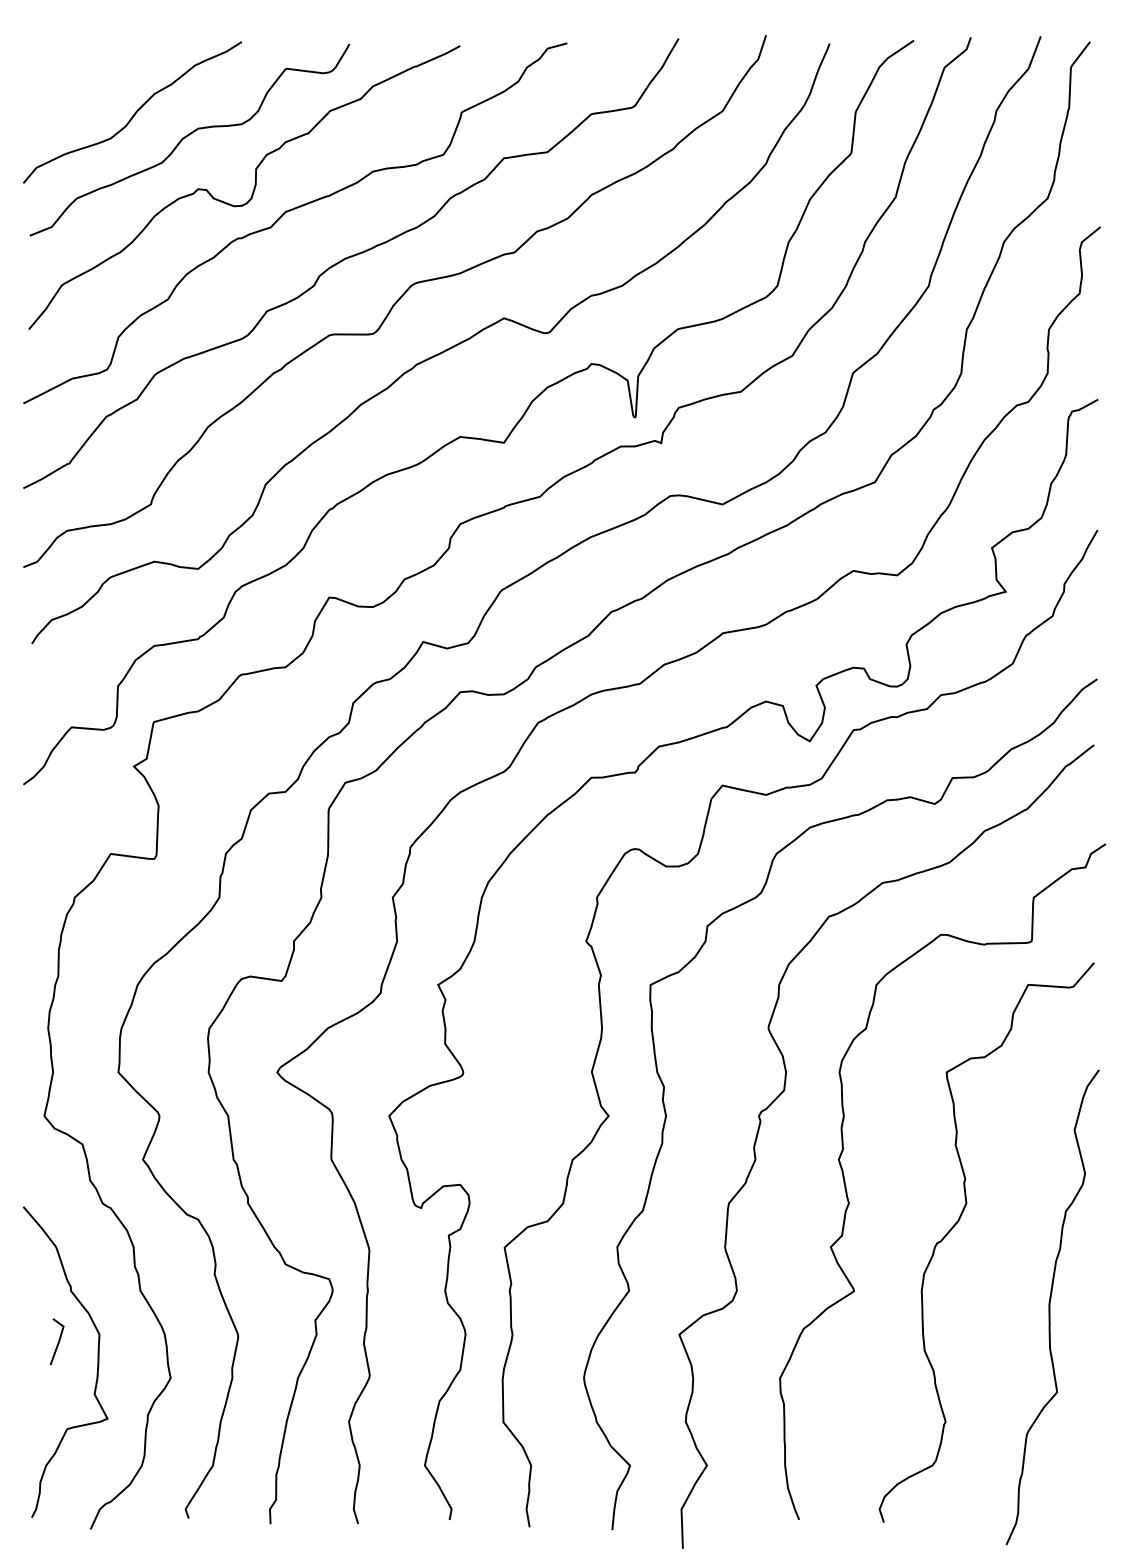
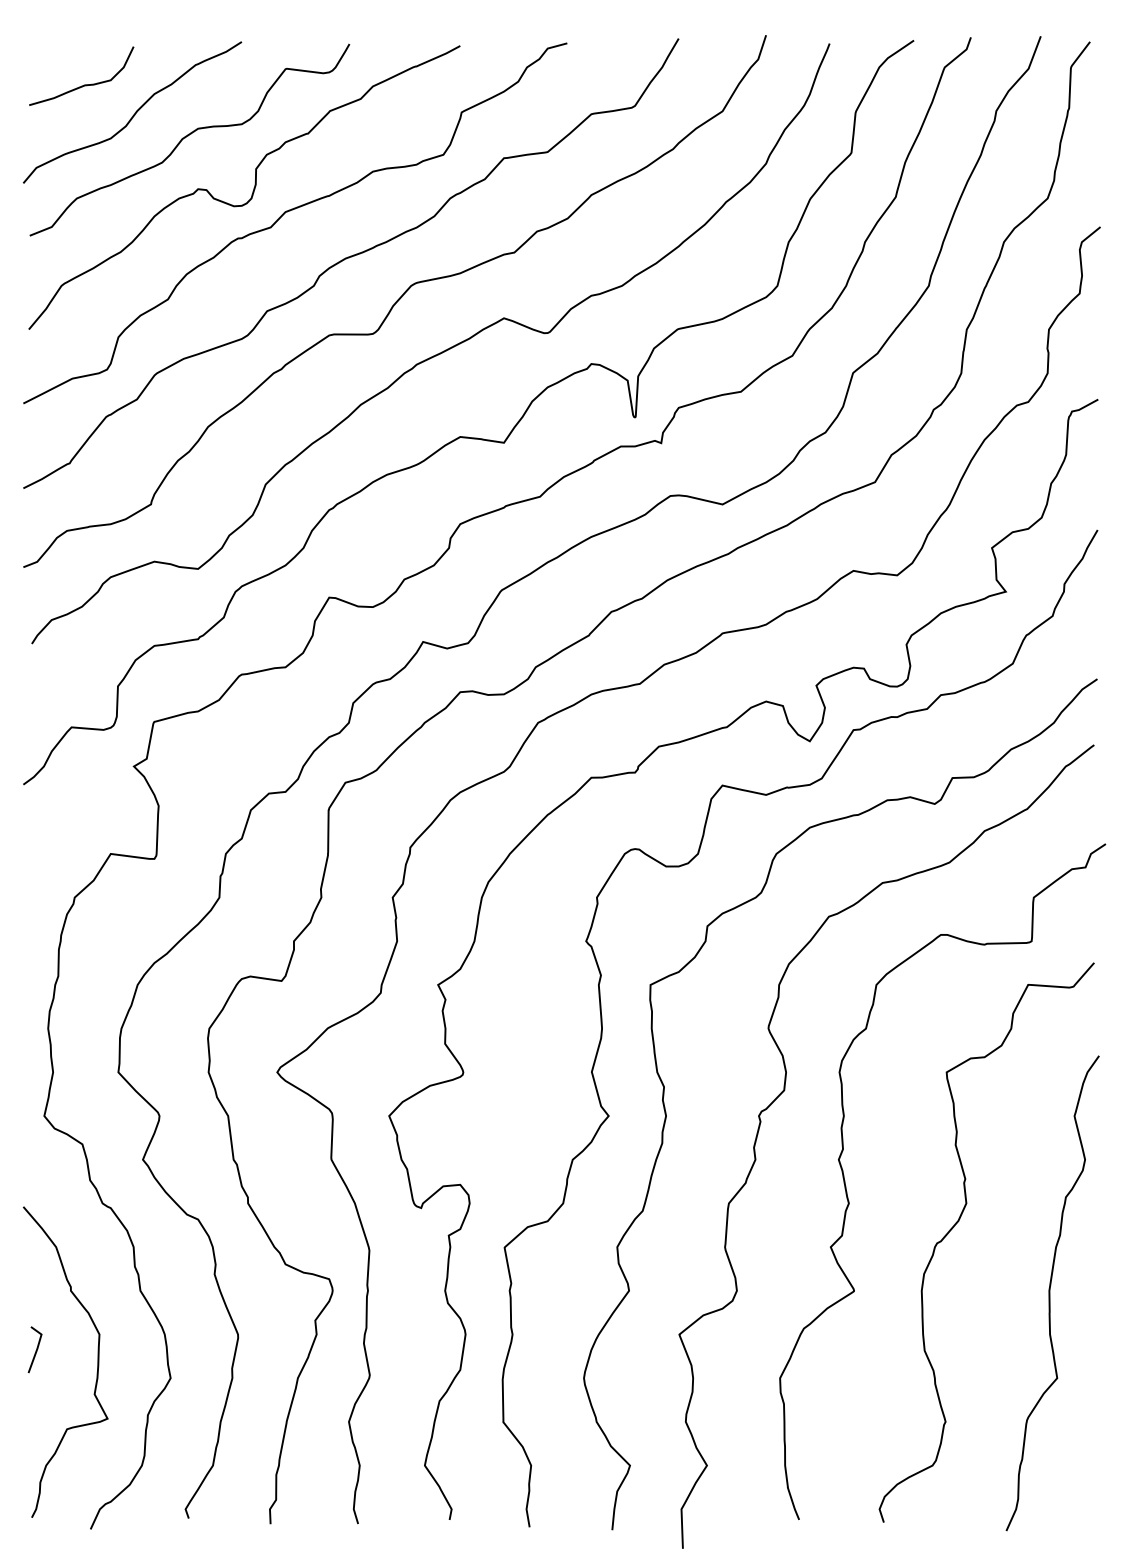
curve at (84, 84): none -> present
curve at (1050, 1307) position: (1050, 1307) -> (1050, 1293)
line at (57, 1342) position: (57, 1342) -> (35, 1350)
